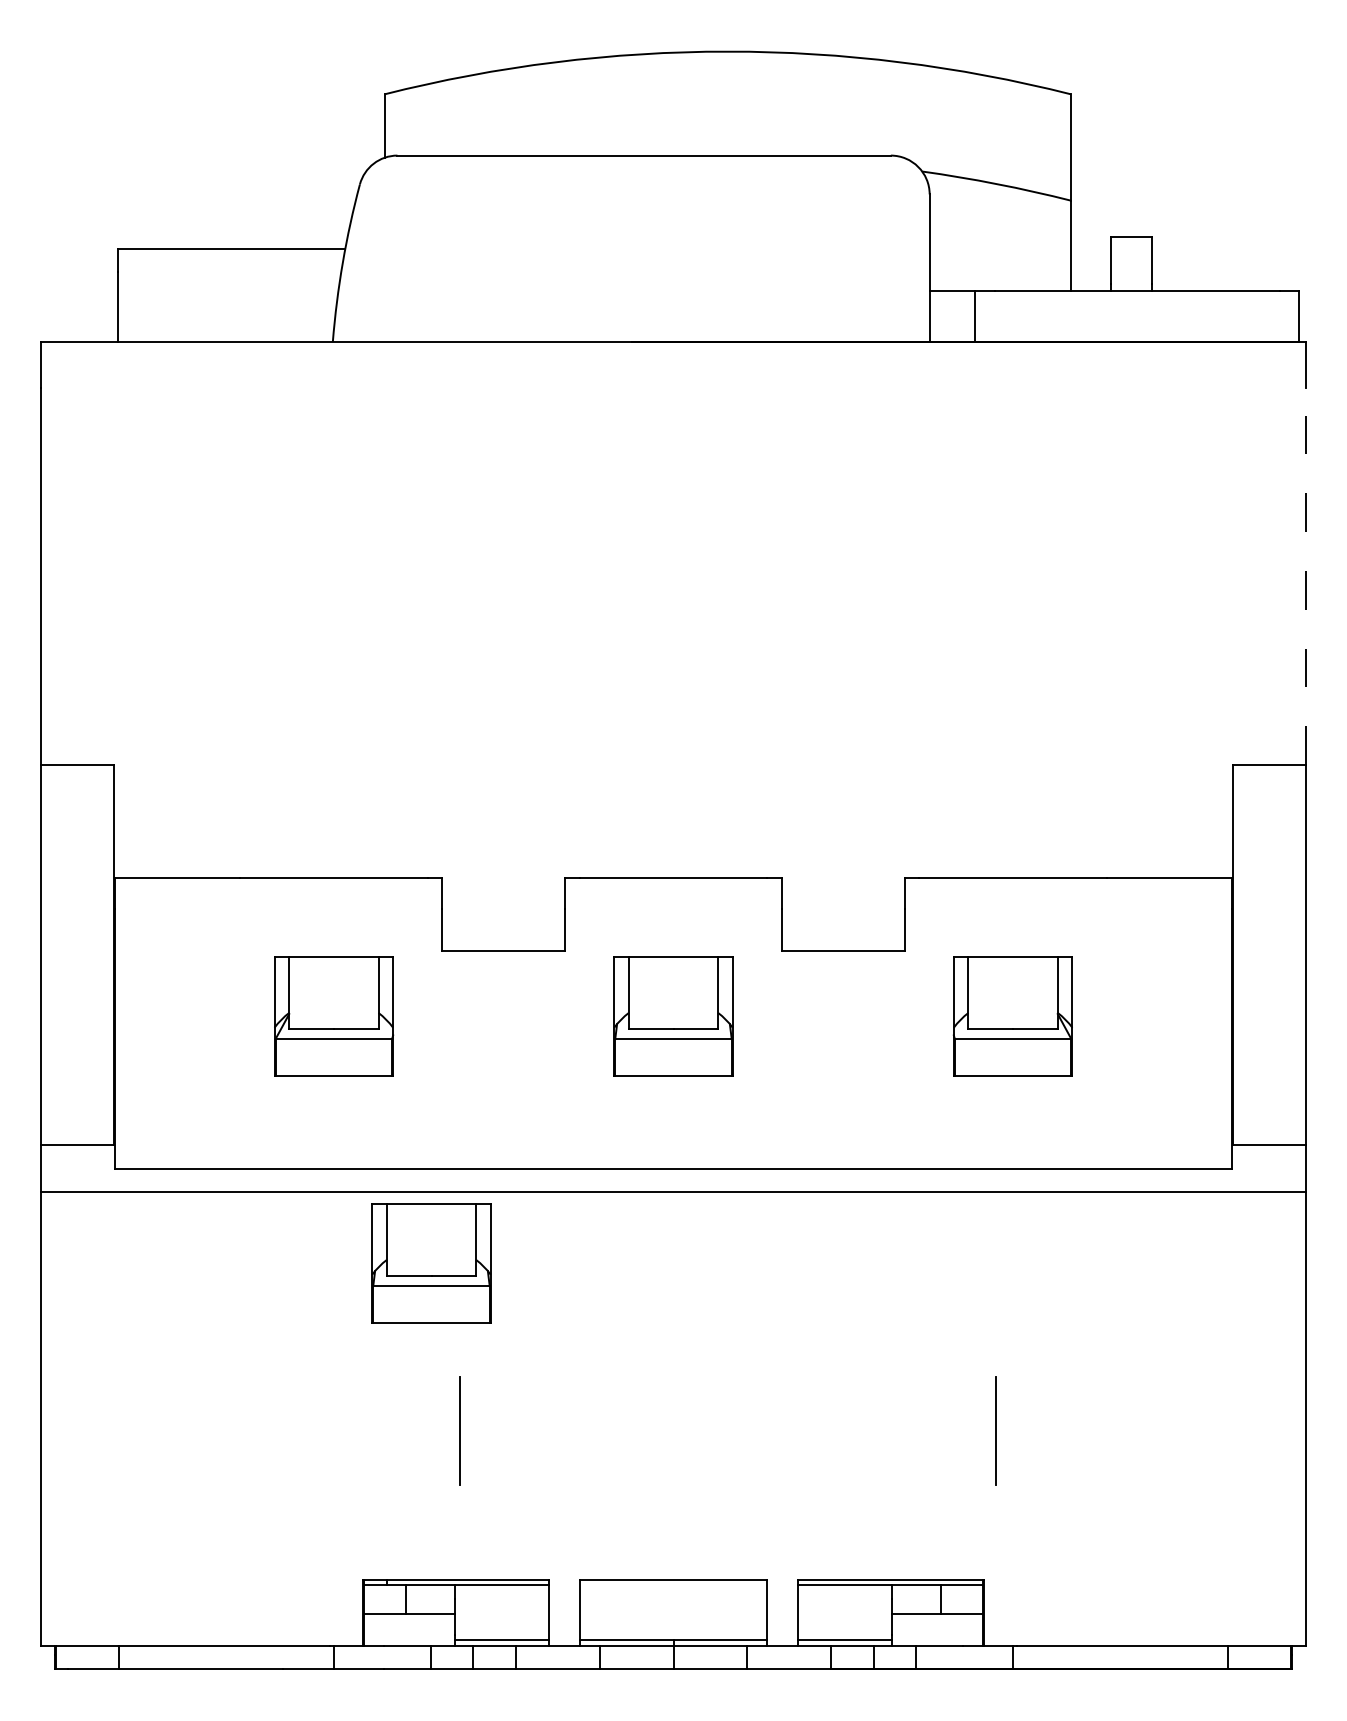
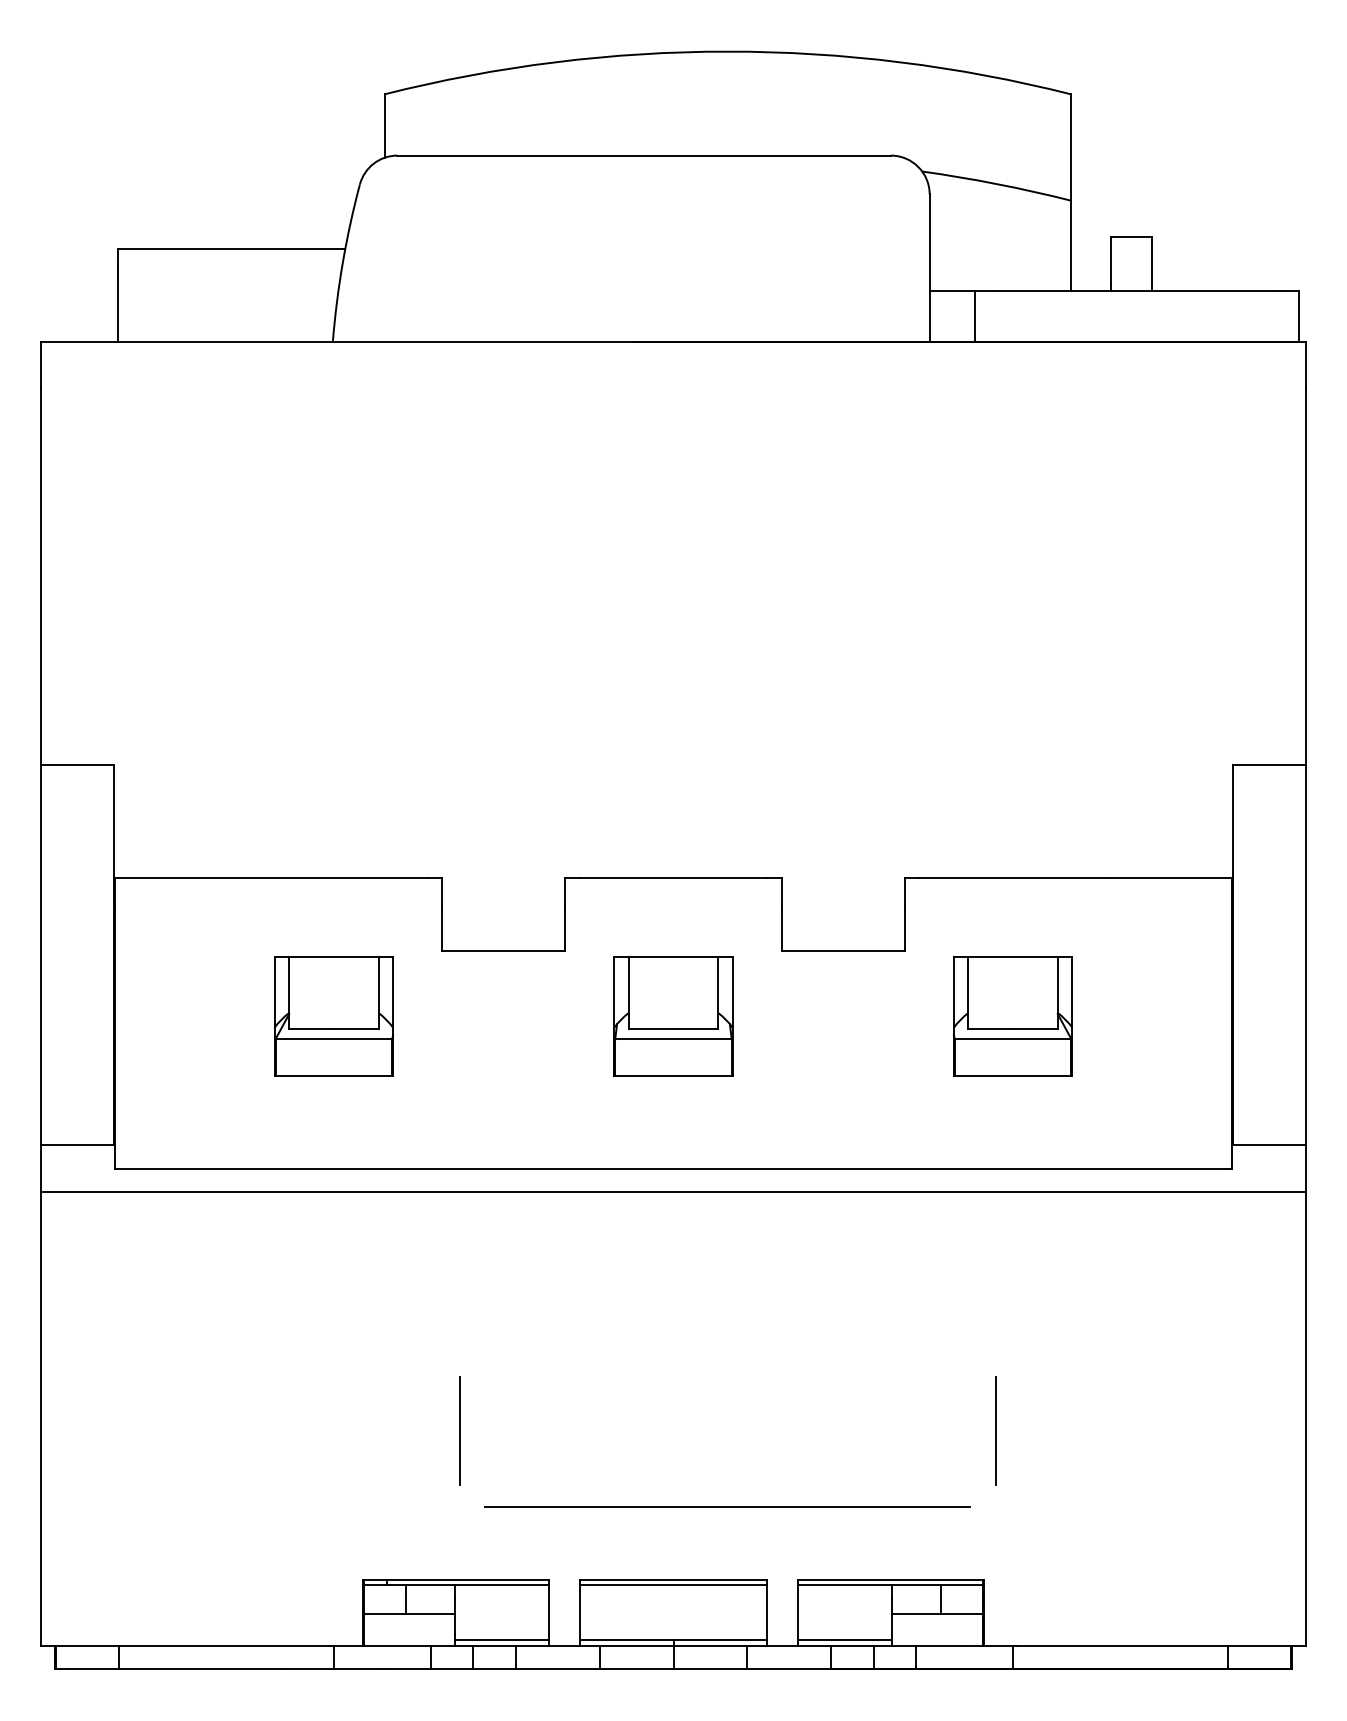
line at (1306, 576): dashed -> solid
part at (431, 1263): present -> none
line at (727, 1507): none -> present
line at (673, 1584): none -> present
